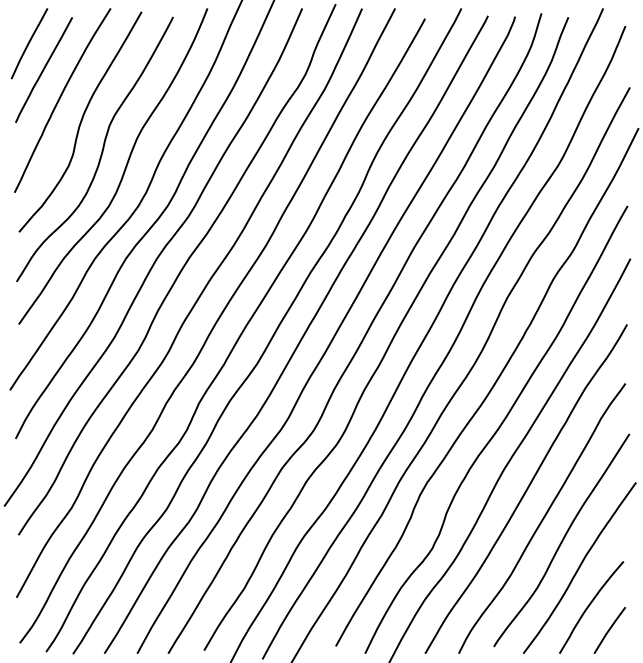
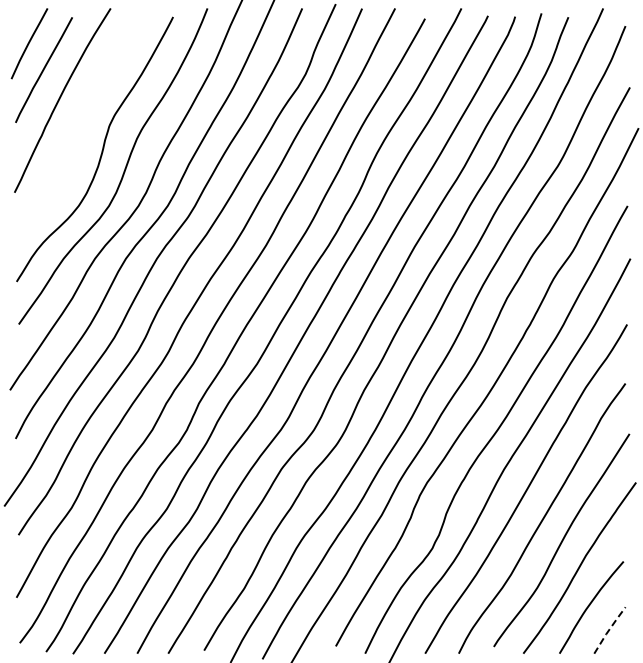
curve at (80, 121): present -> none
line at (609, 629): solid -> dashed
